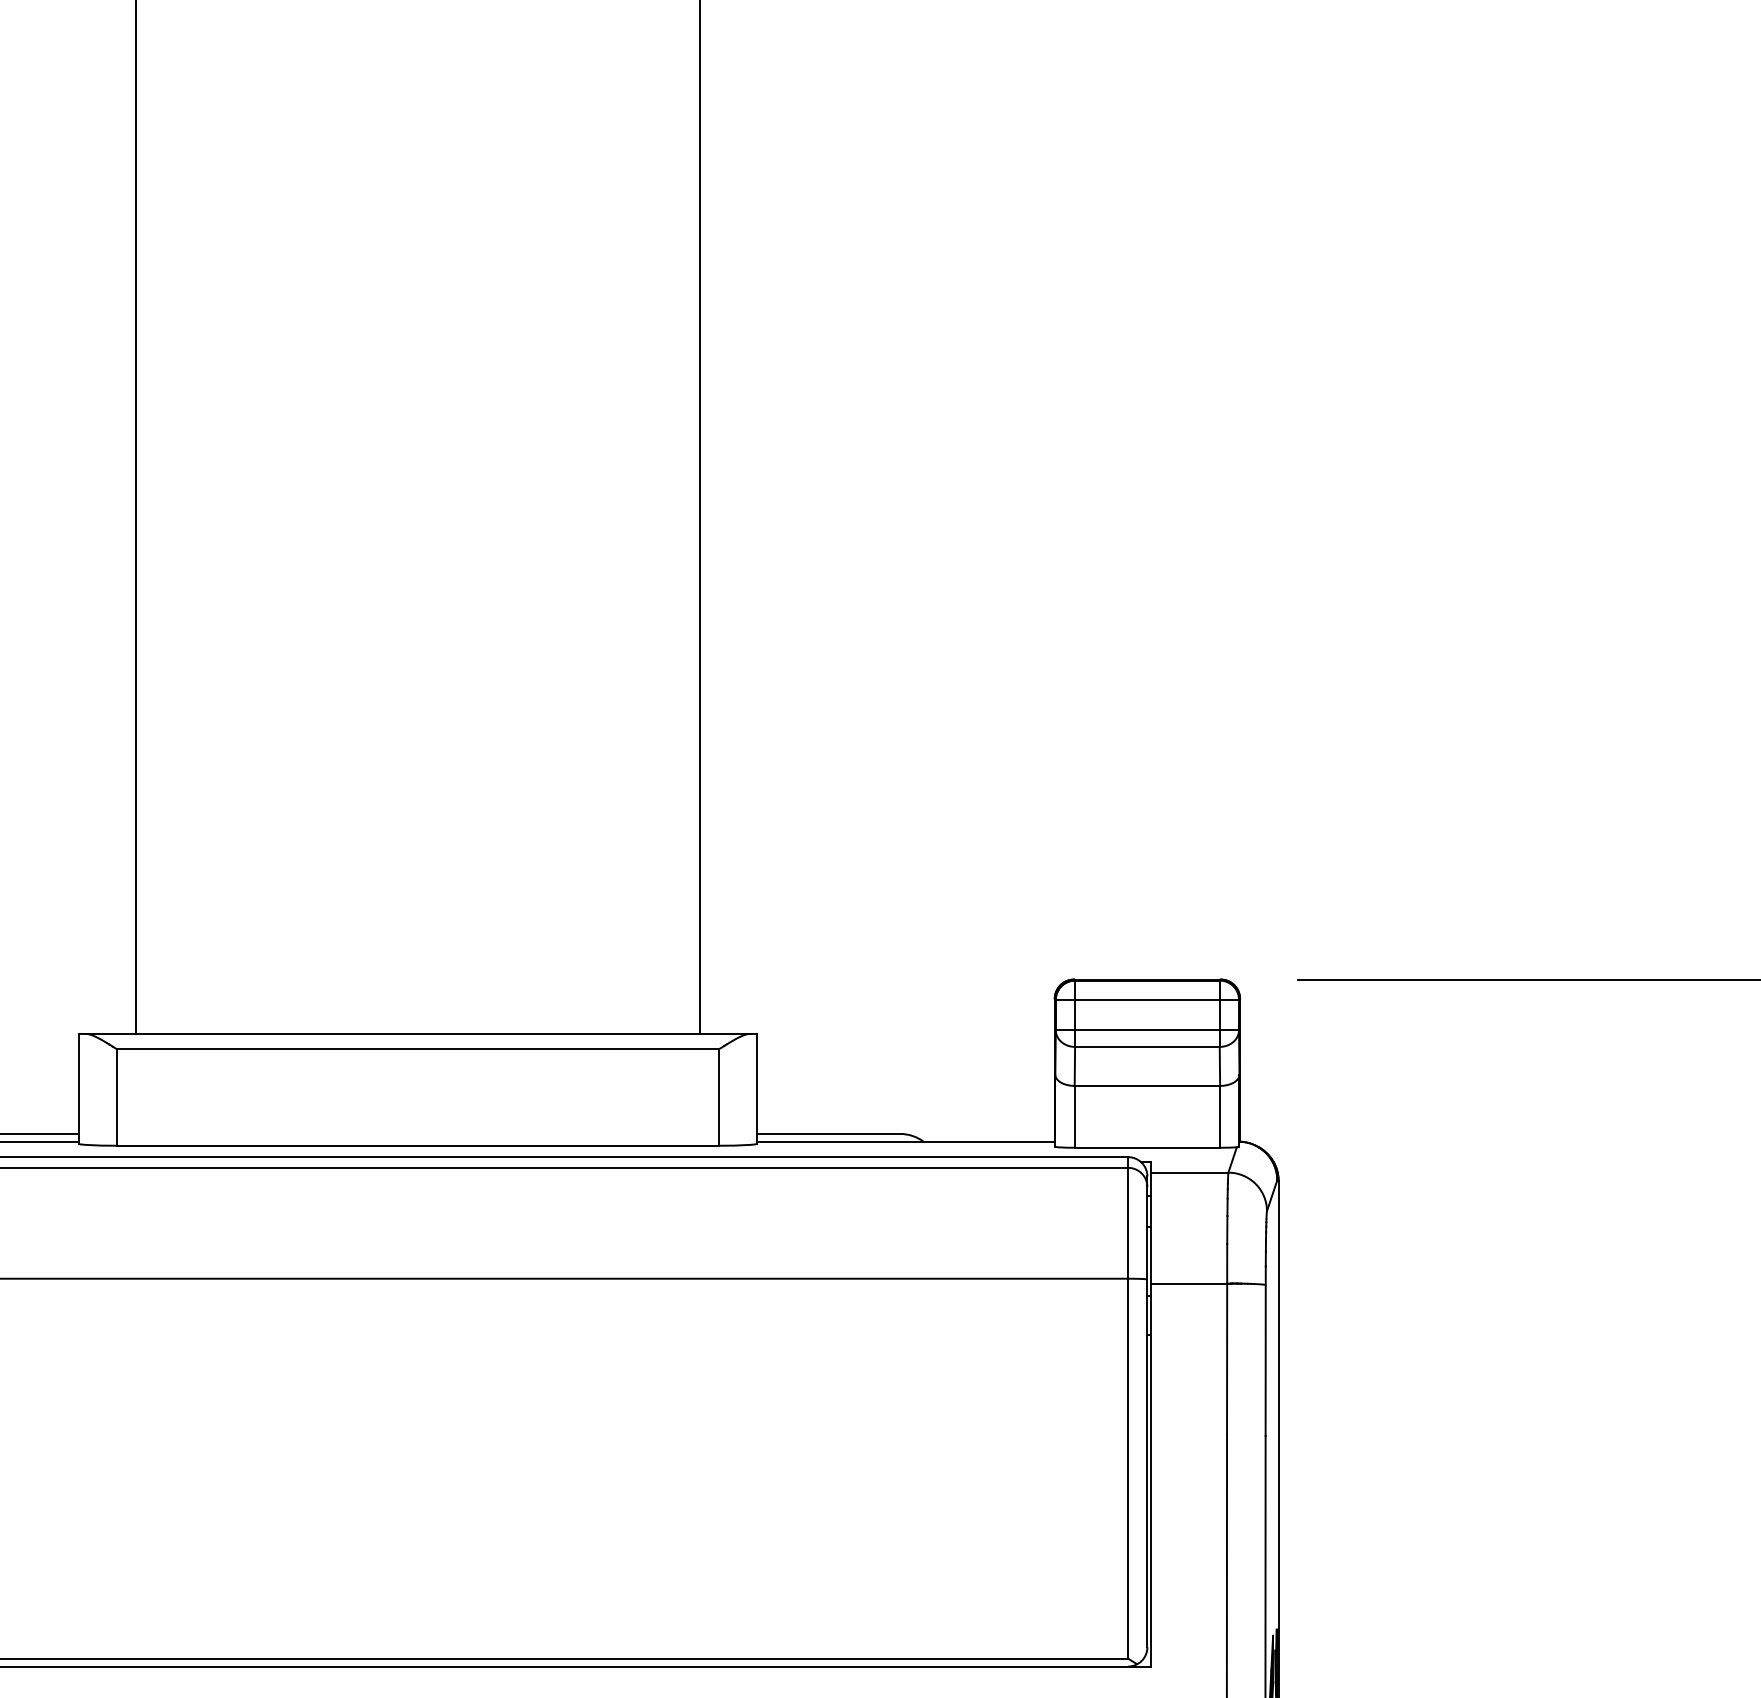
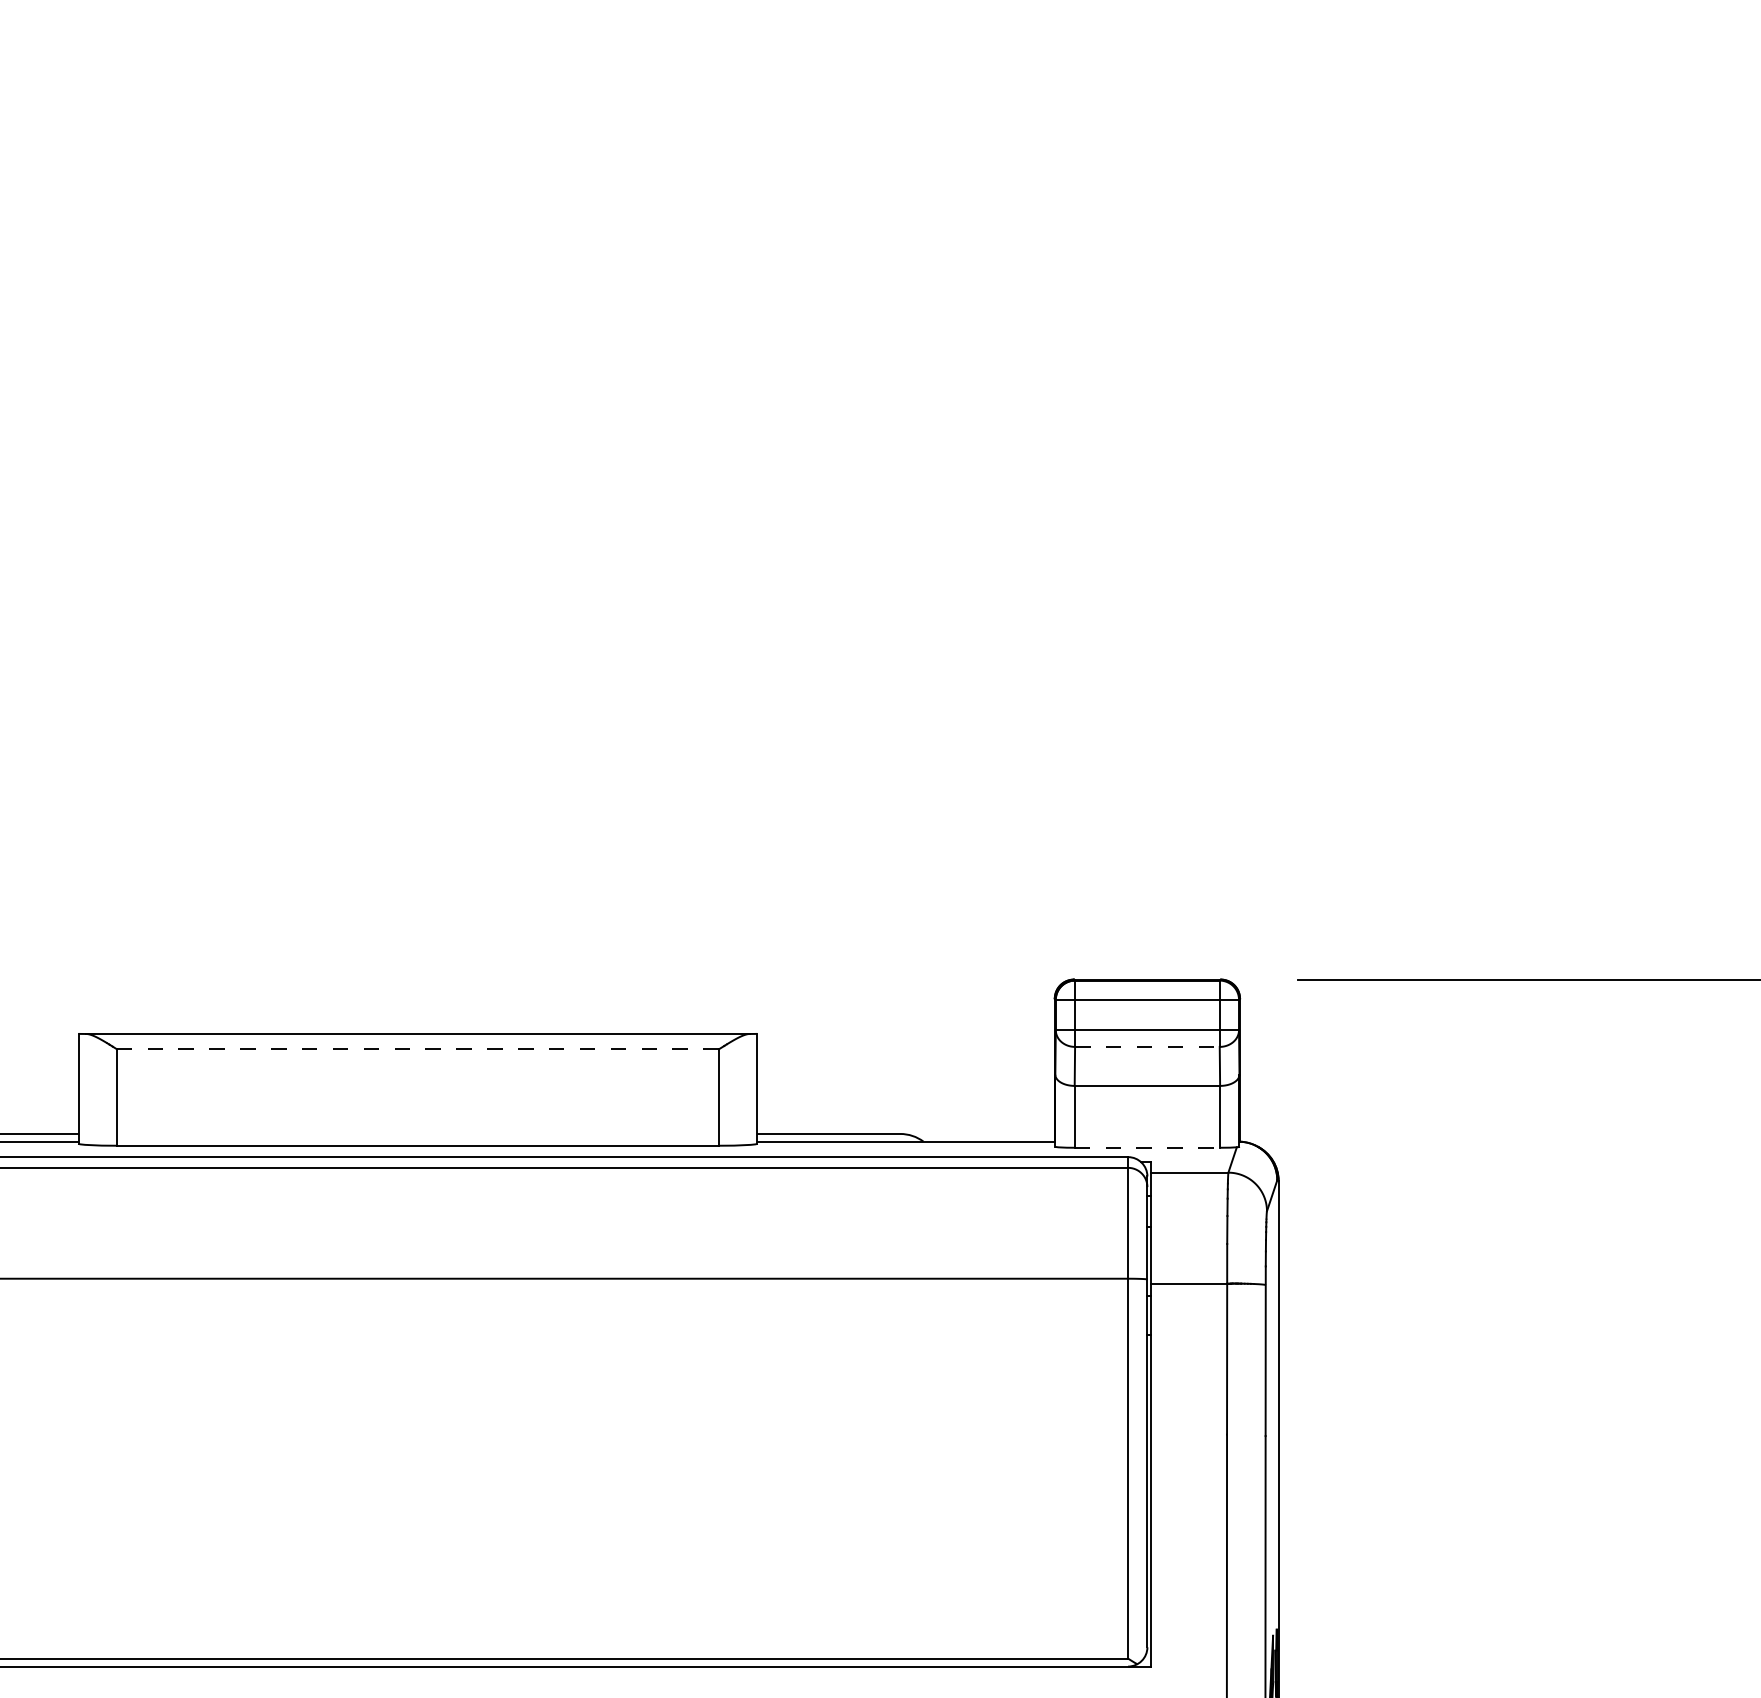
line at (136, 517): present -> none
line at (699, 517): present -> none
line at (1147, 1046): solid -> dashed
line at (417, 1049): solid -> dashed
line at (1147, 1147): solid -> dashed
